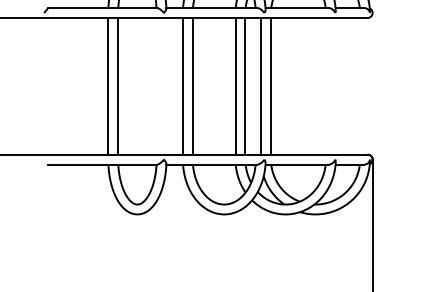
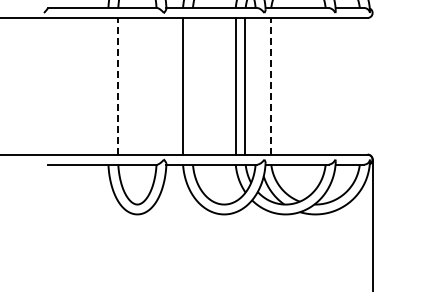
line at (108, 85): present -> none
line at (118, 85): solid -> dashed
line at (192, 85): present -> none
line at (261, 85): present -> none
line at (271, 85): solid -> dashed
